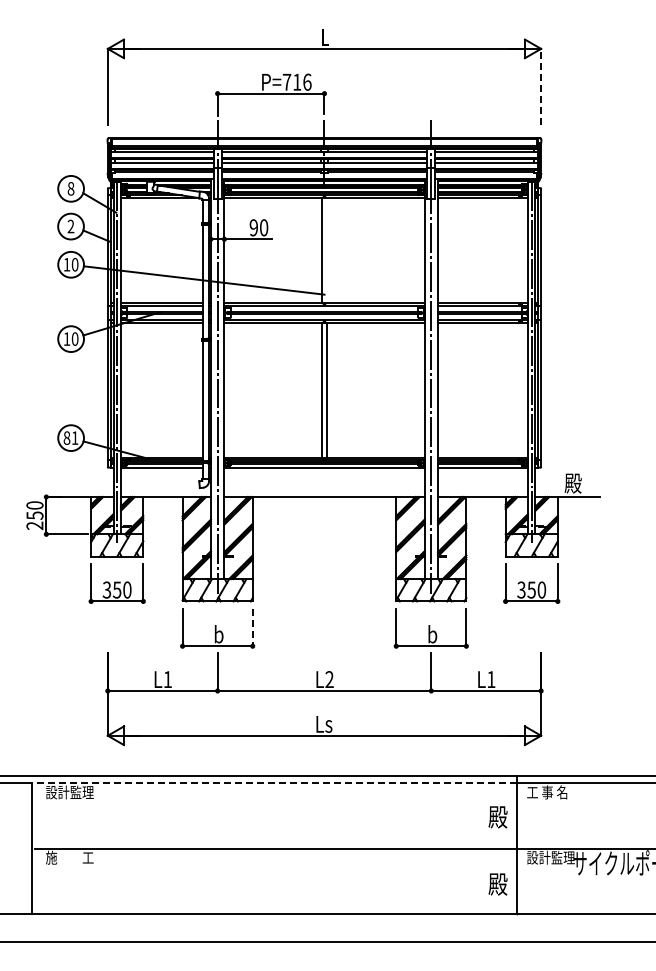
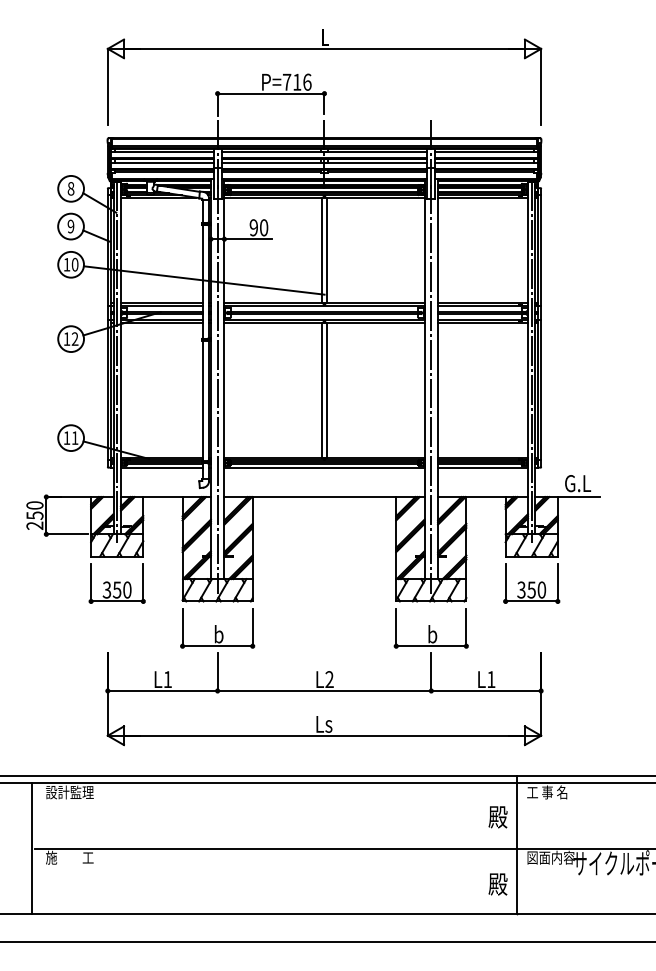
line at (541, 86): dashed -> solid
text at (70, 226): 2 -> 9
line at (327, 250): none -> present
text at (74, 338): 10 -> 12
text at (66, 437): 81 -> 11
text at (577, 483): 殿 -> G.L
line at (252, 627): dashed -> solid
line at (273, 783): dashed -> solid
text at (550, 857): 設計監理 -> 図面内容
